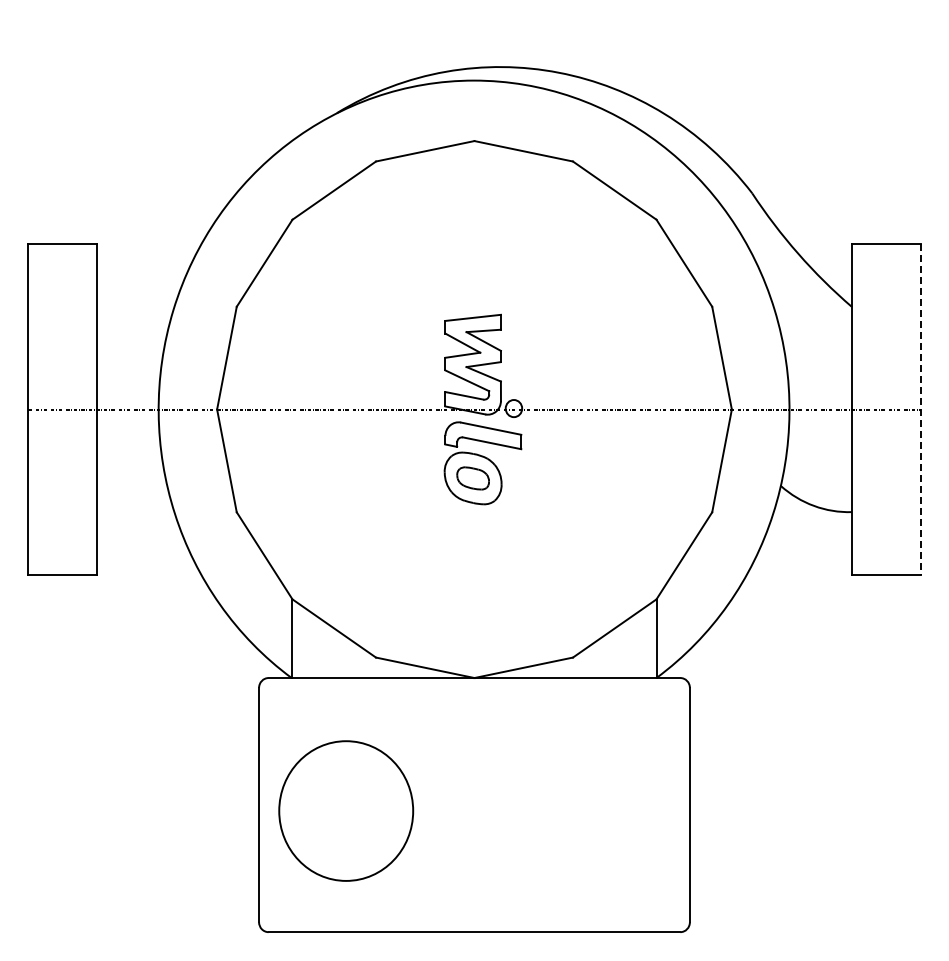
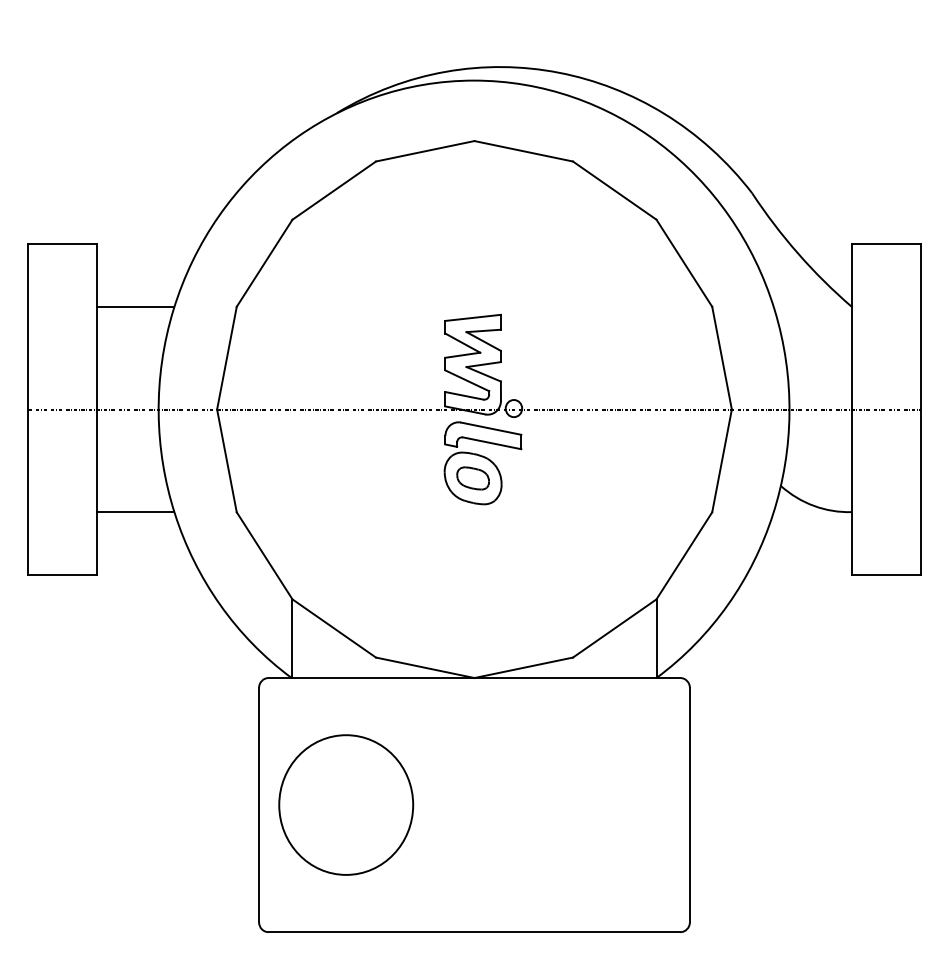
line at (135, 306): none -> present
line at (920, 409): dashed -> solid
line at (135, 512): none -> present
part at (346, 810) position: (346, 810) -> (346, 804)
